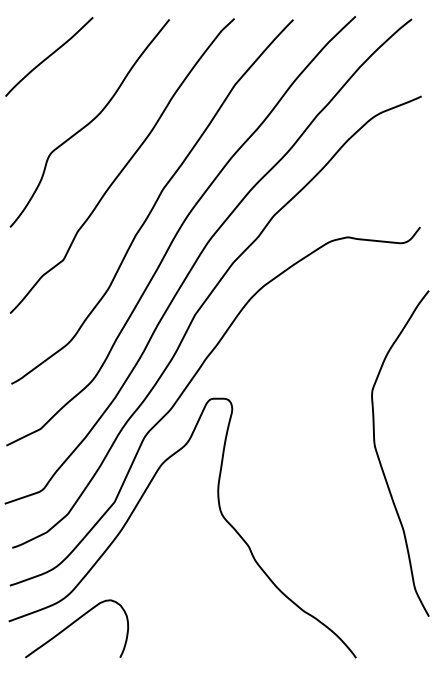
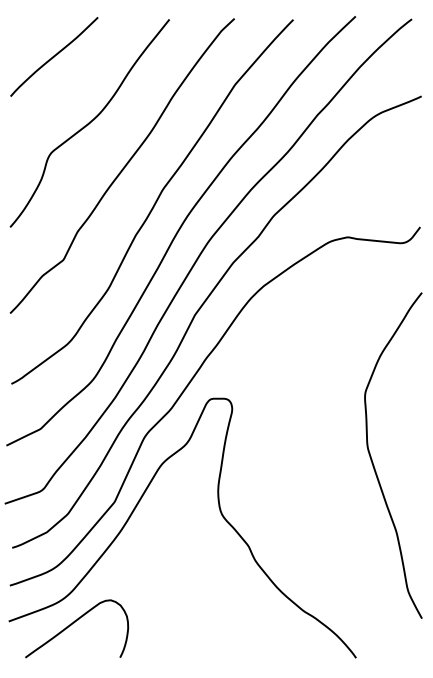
curve at (49, 56) position: (49, 56) -> (54, 56)
curve at (380, 460) position: (380, 460) -> (373, 462)
